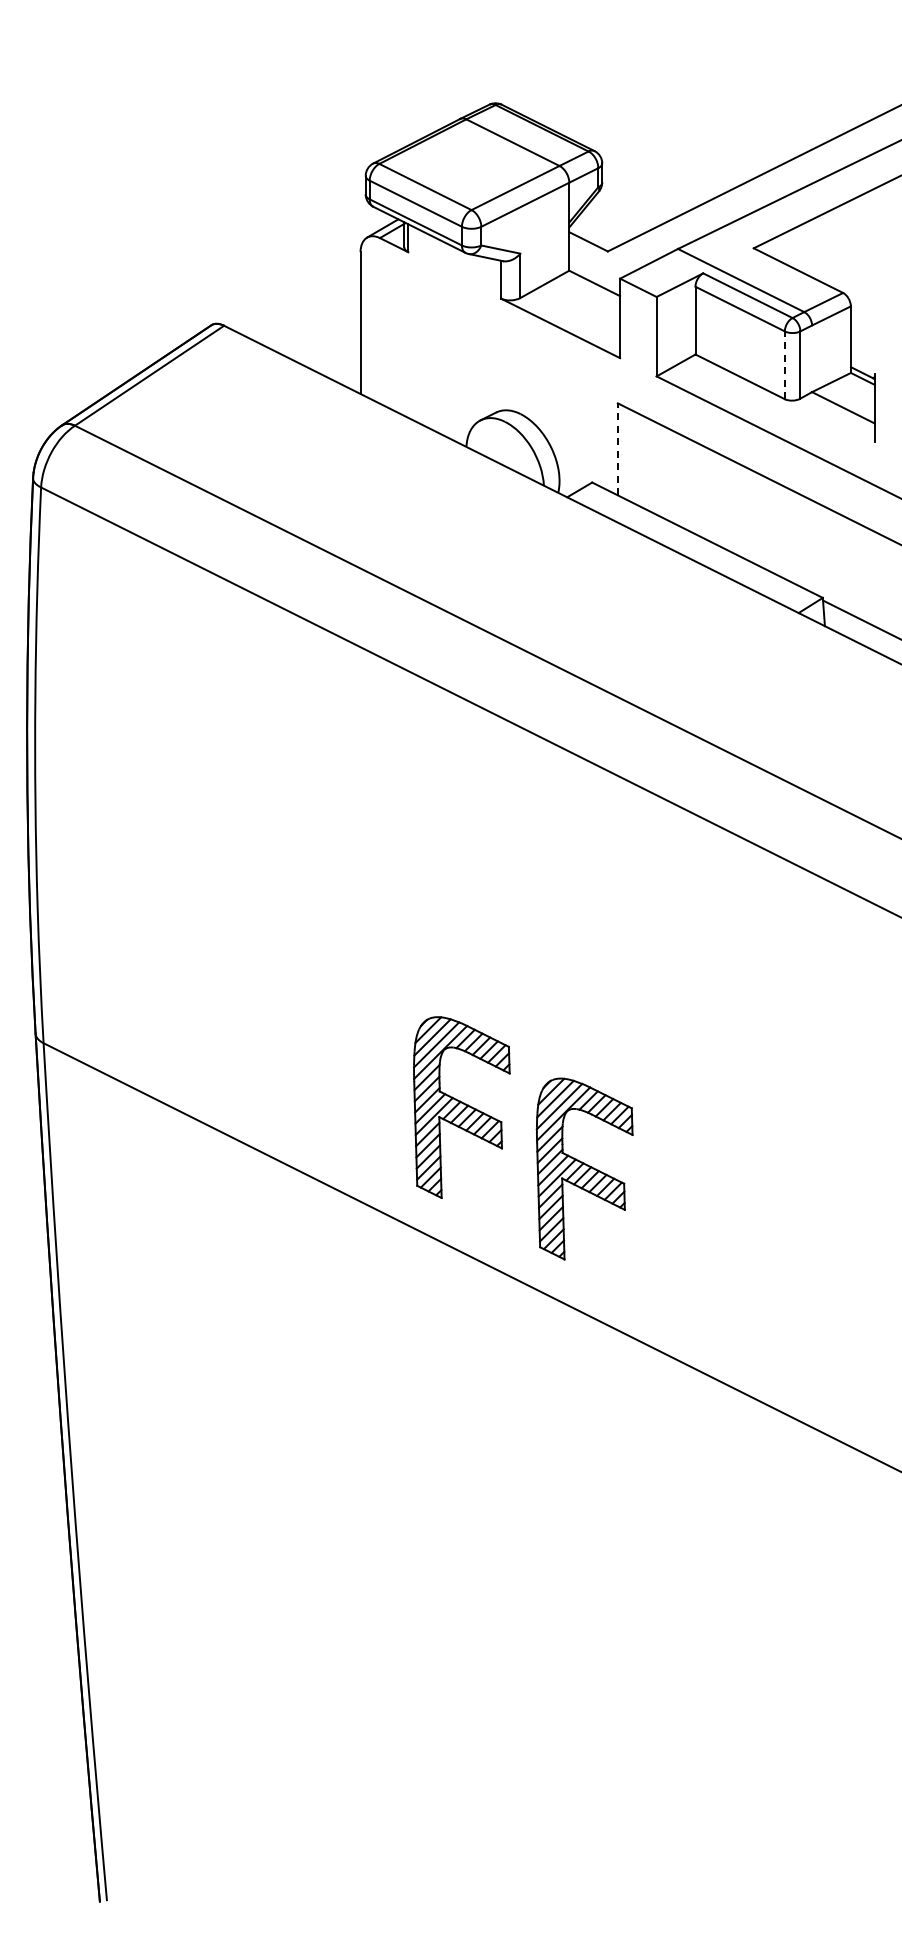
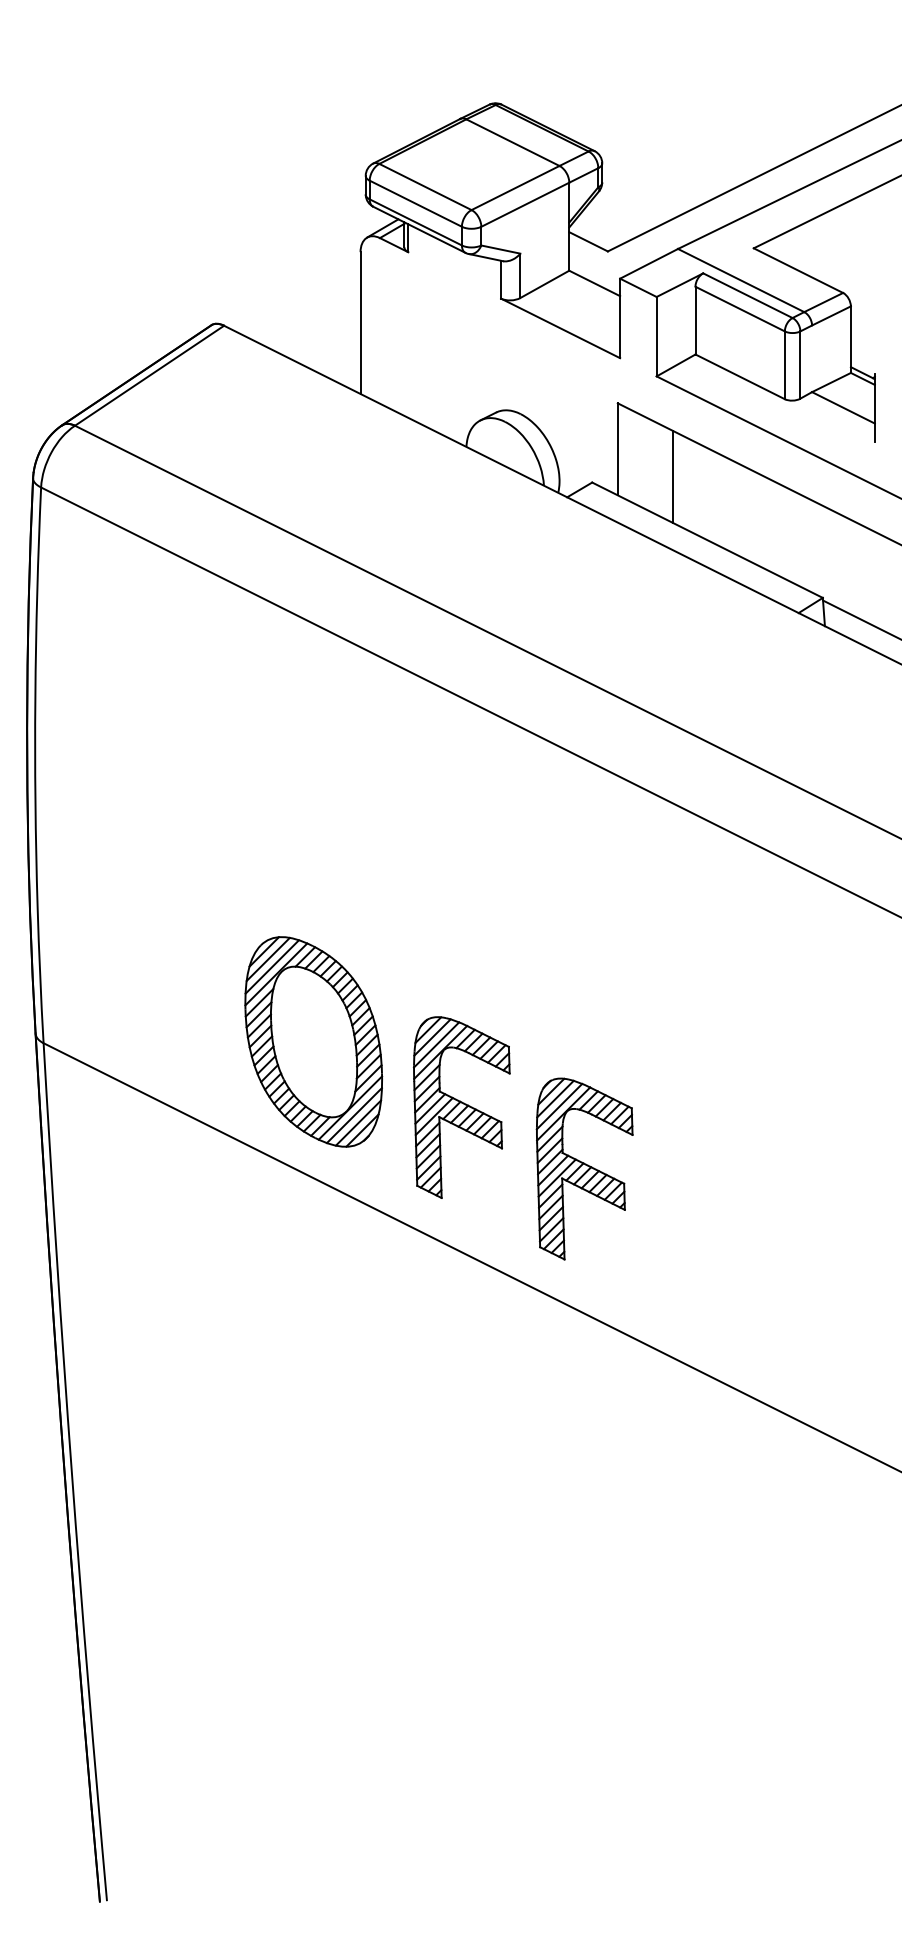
line at (784, 365): dashed -> solid
line at (617, 448): dashed -> solid
line at (673, 476): none -> present
part at (313, 1041): none -> present
